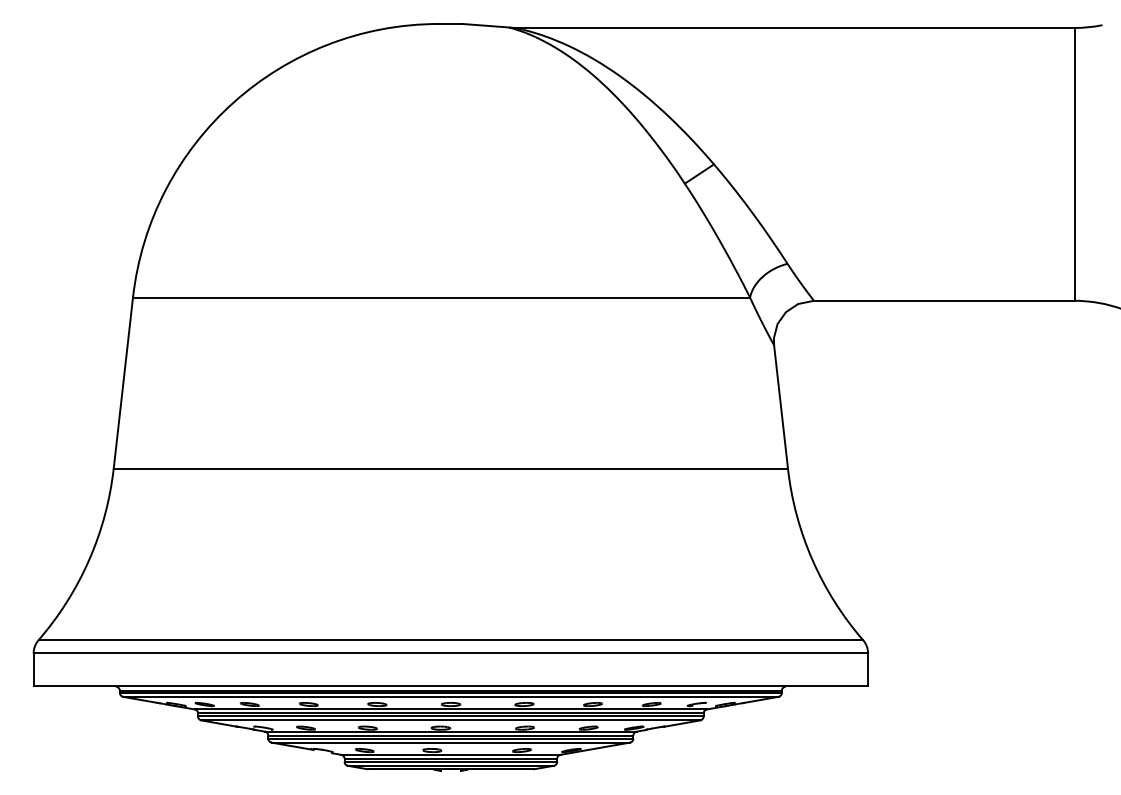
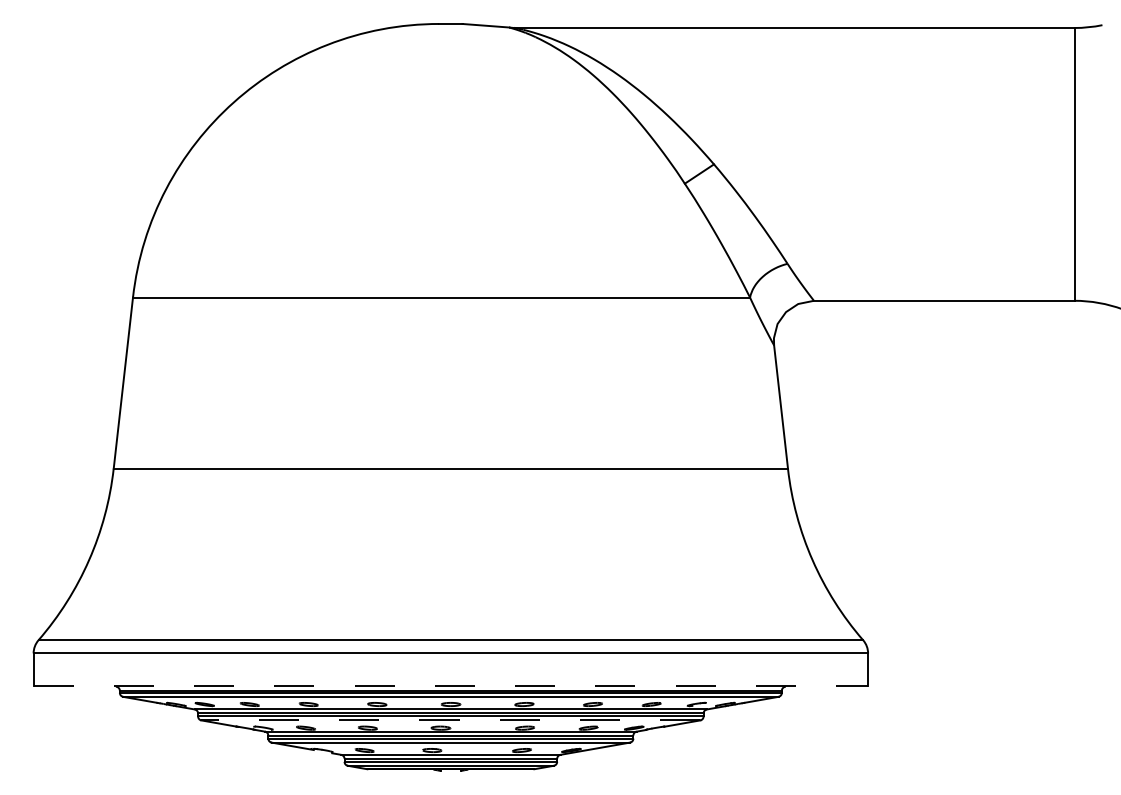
line at (451, 685): solid -> dashed
line at (450, 720): solid -> dashed
